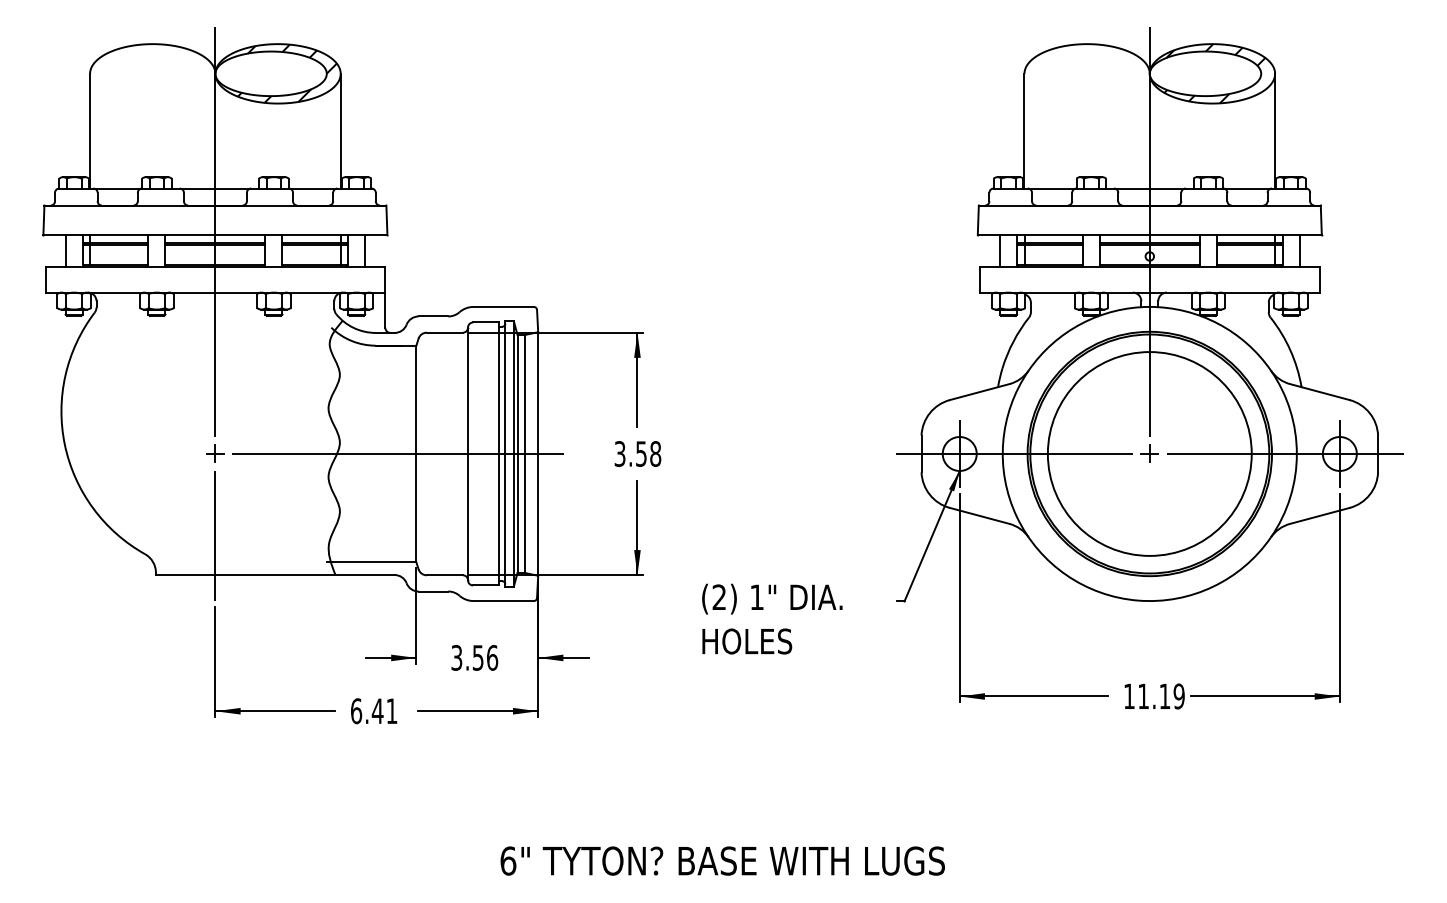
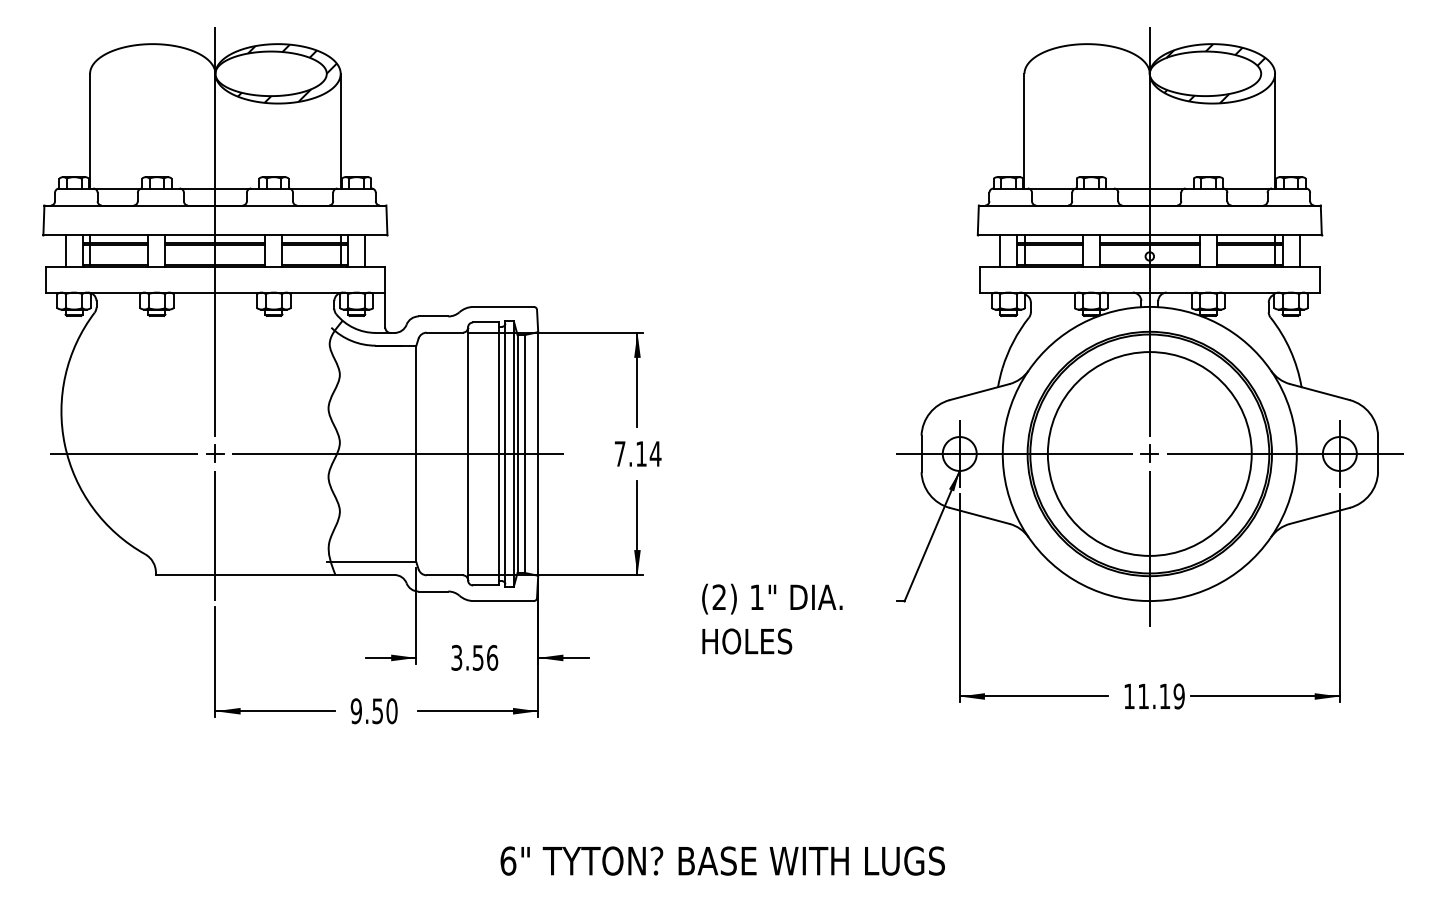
text at (637, 453): 3.58 -> 7.14
line at (124, 454): none -> present
line at (1149, 548): none -> present
text at (373, 711): 6.41 -> 9.50
